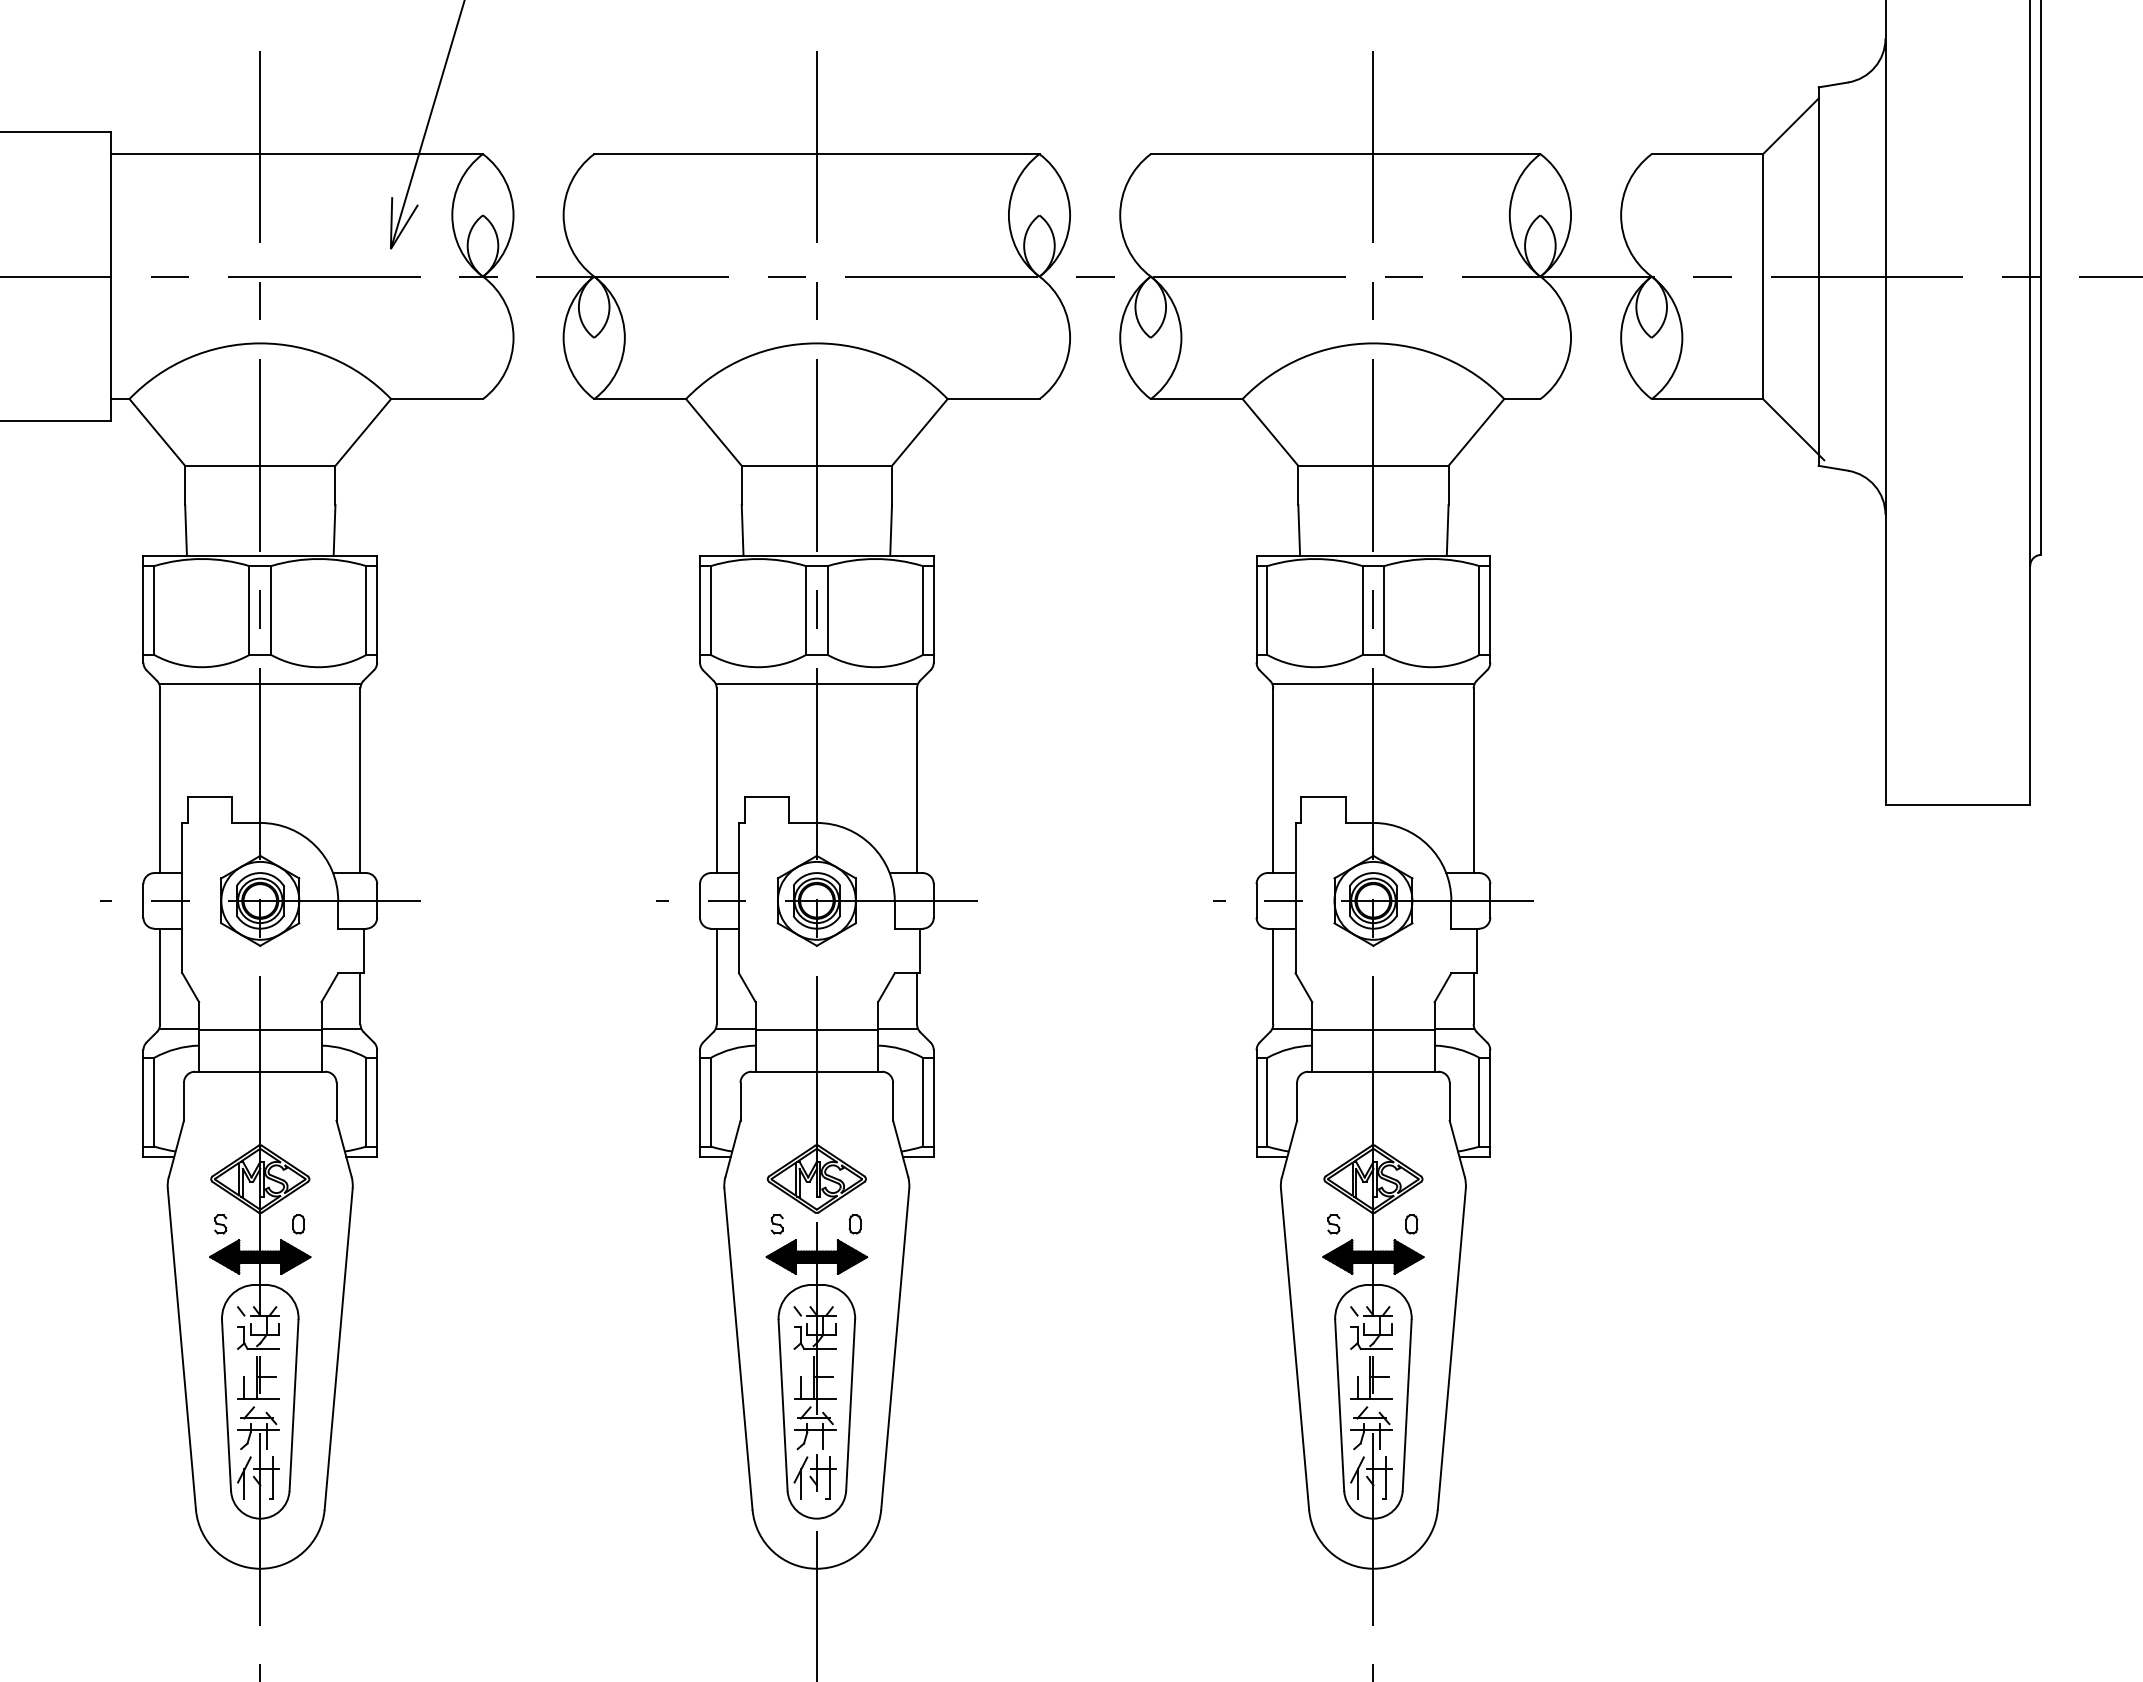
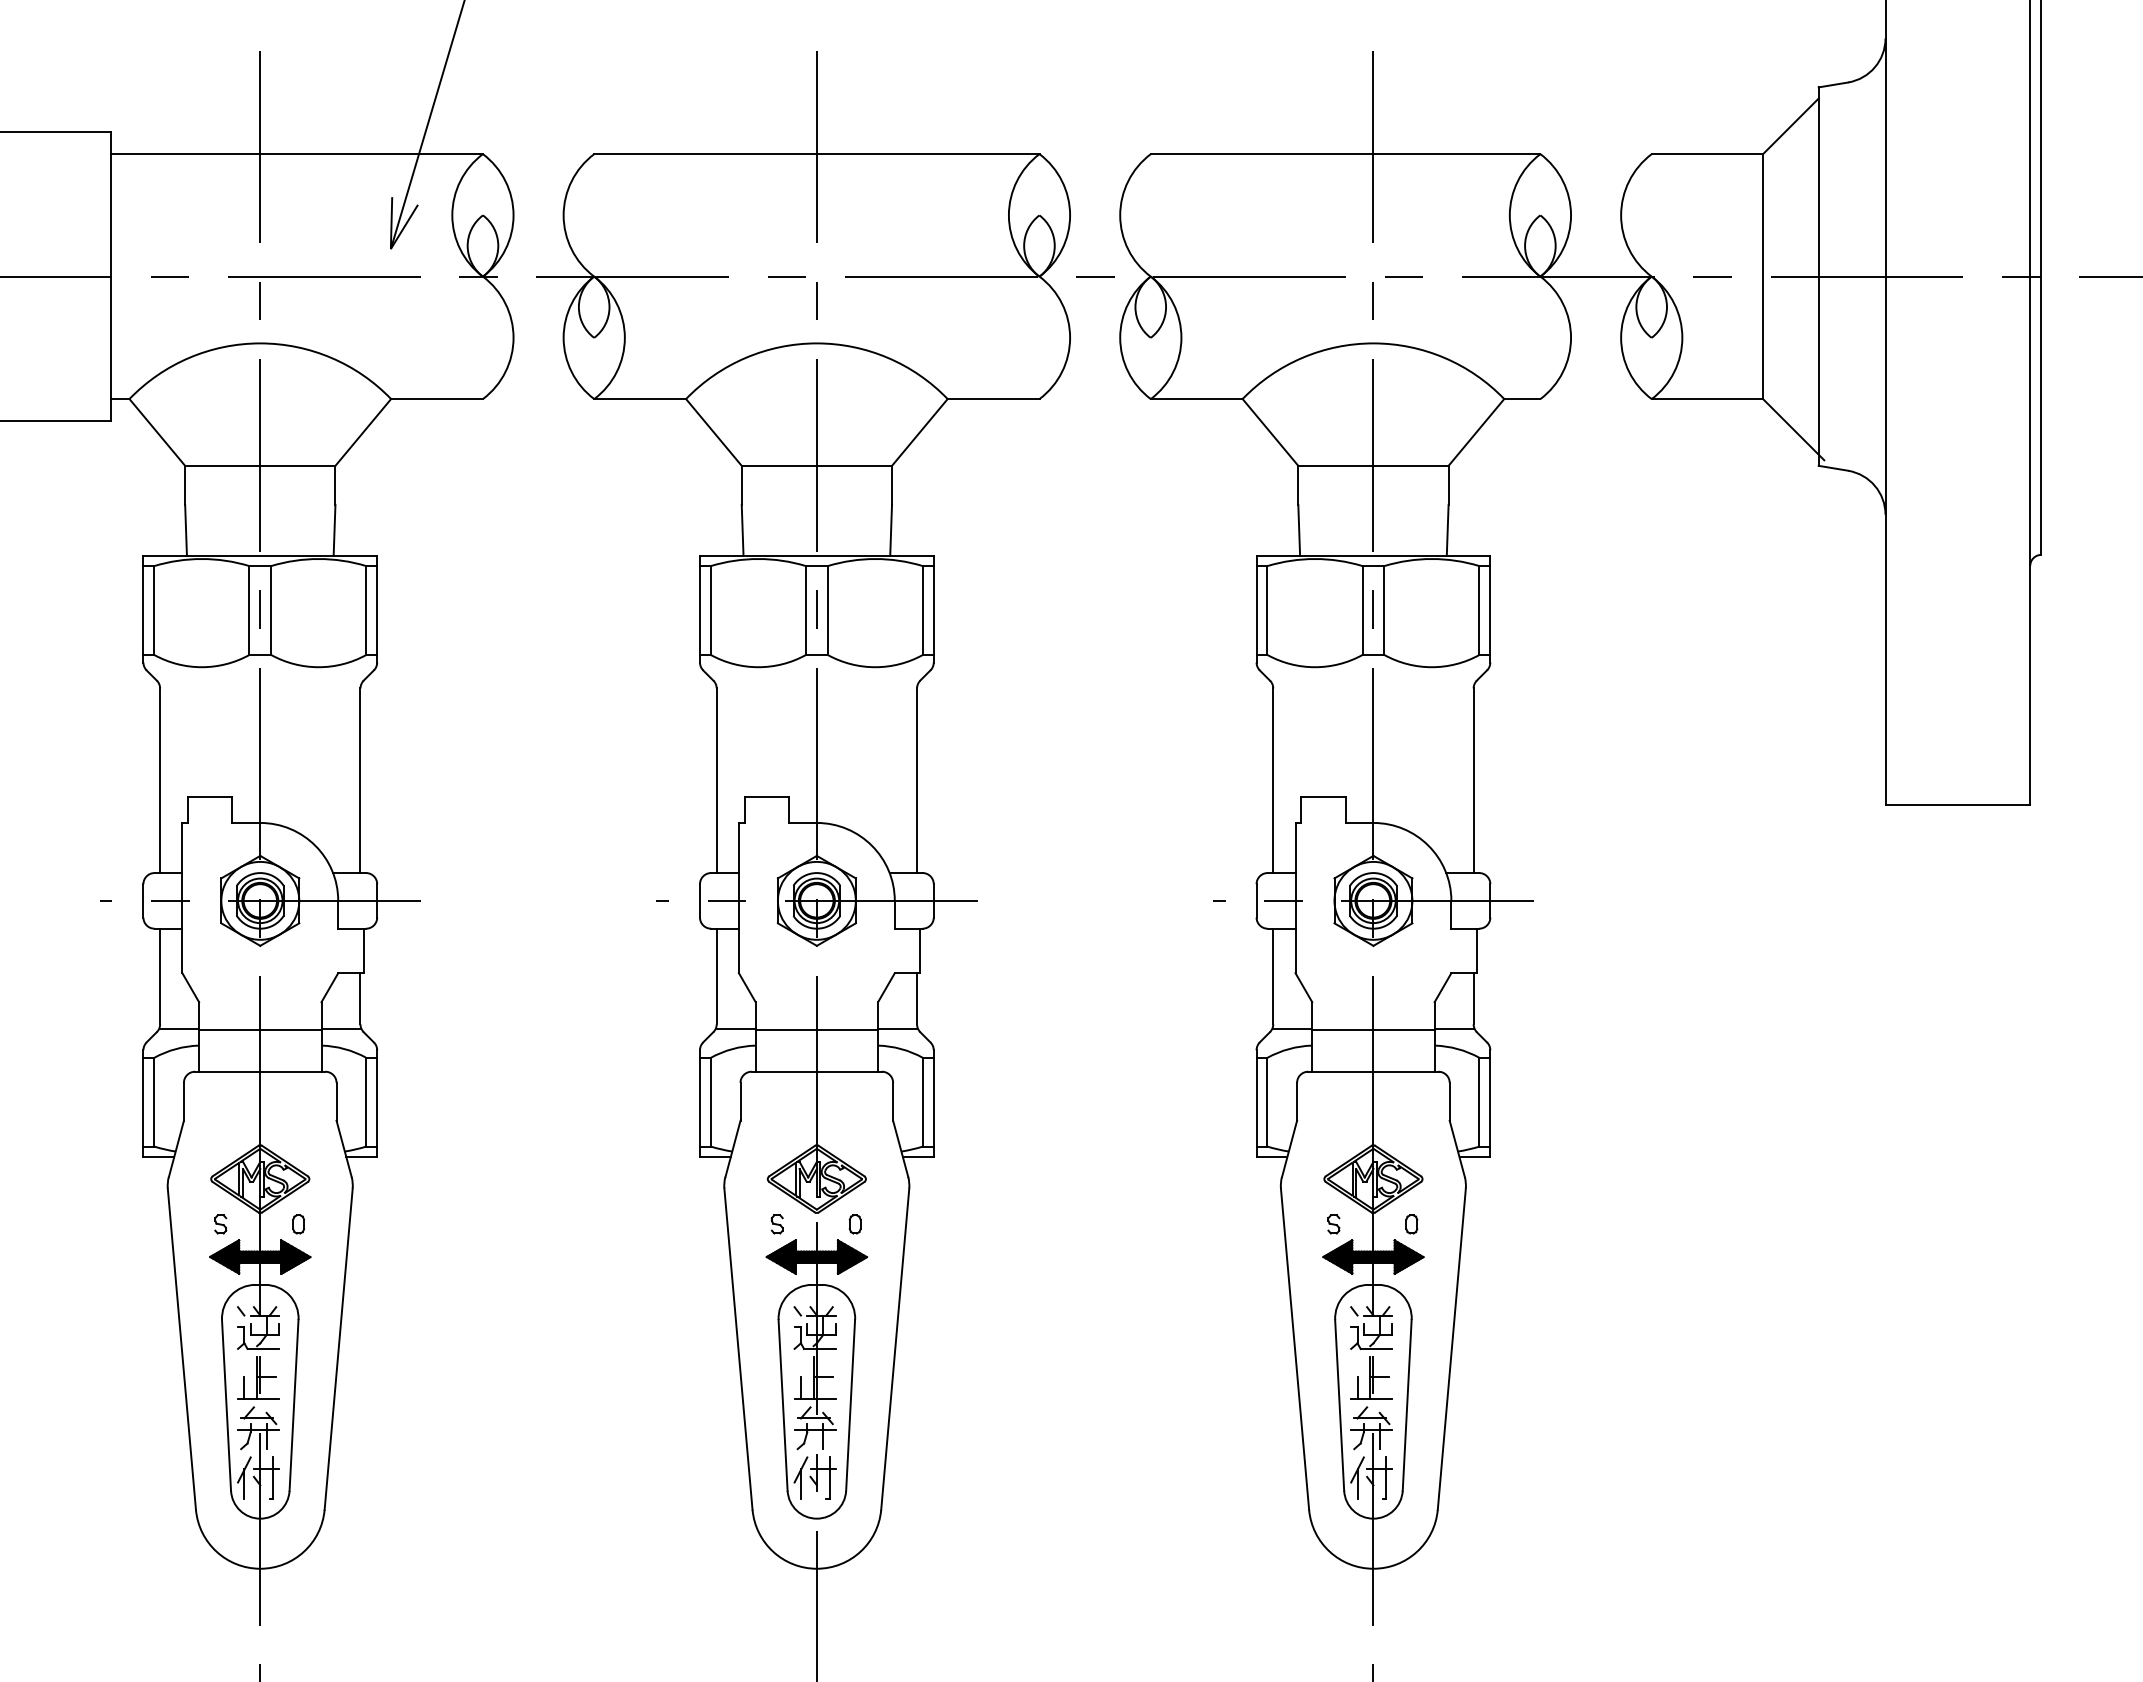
line at (260, 683): present -> none
line at (816, 683): present -> none
line at (1373, 683): present -> none
